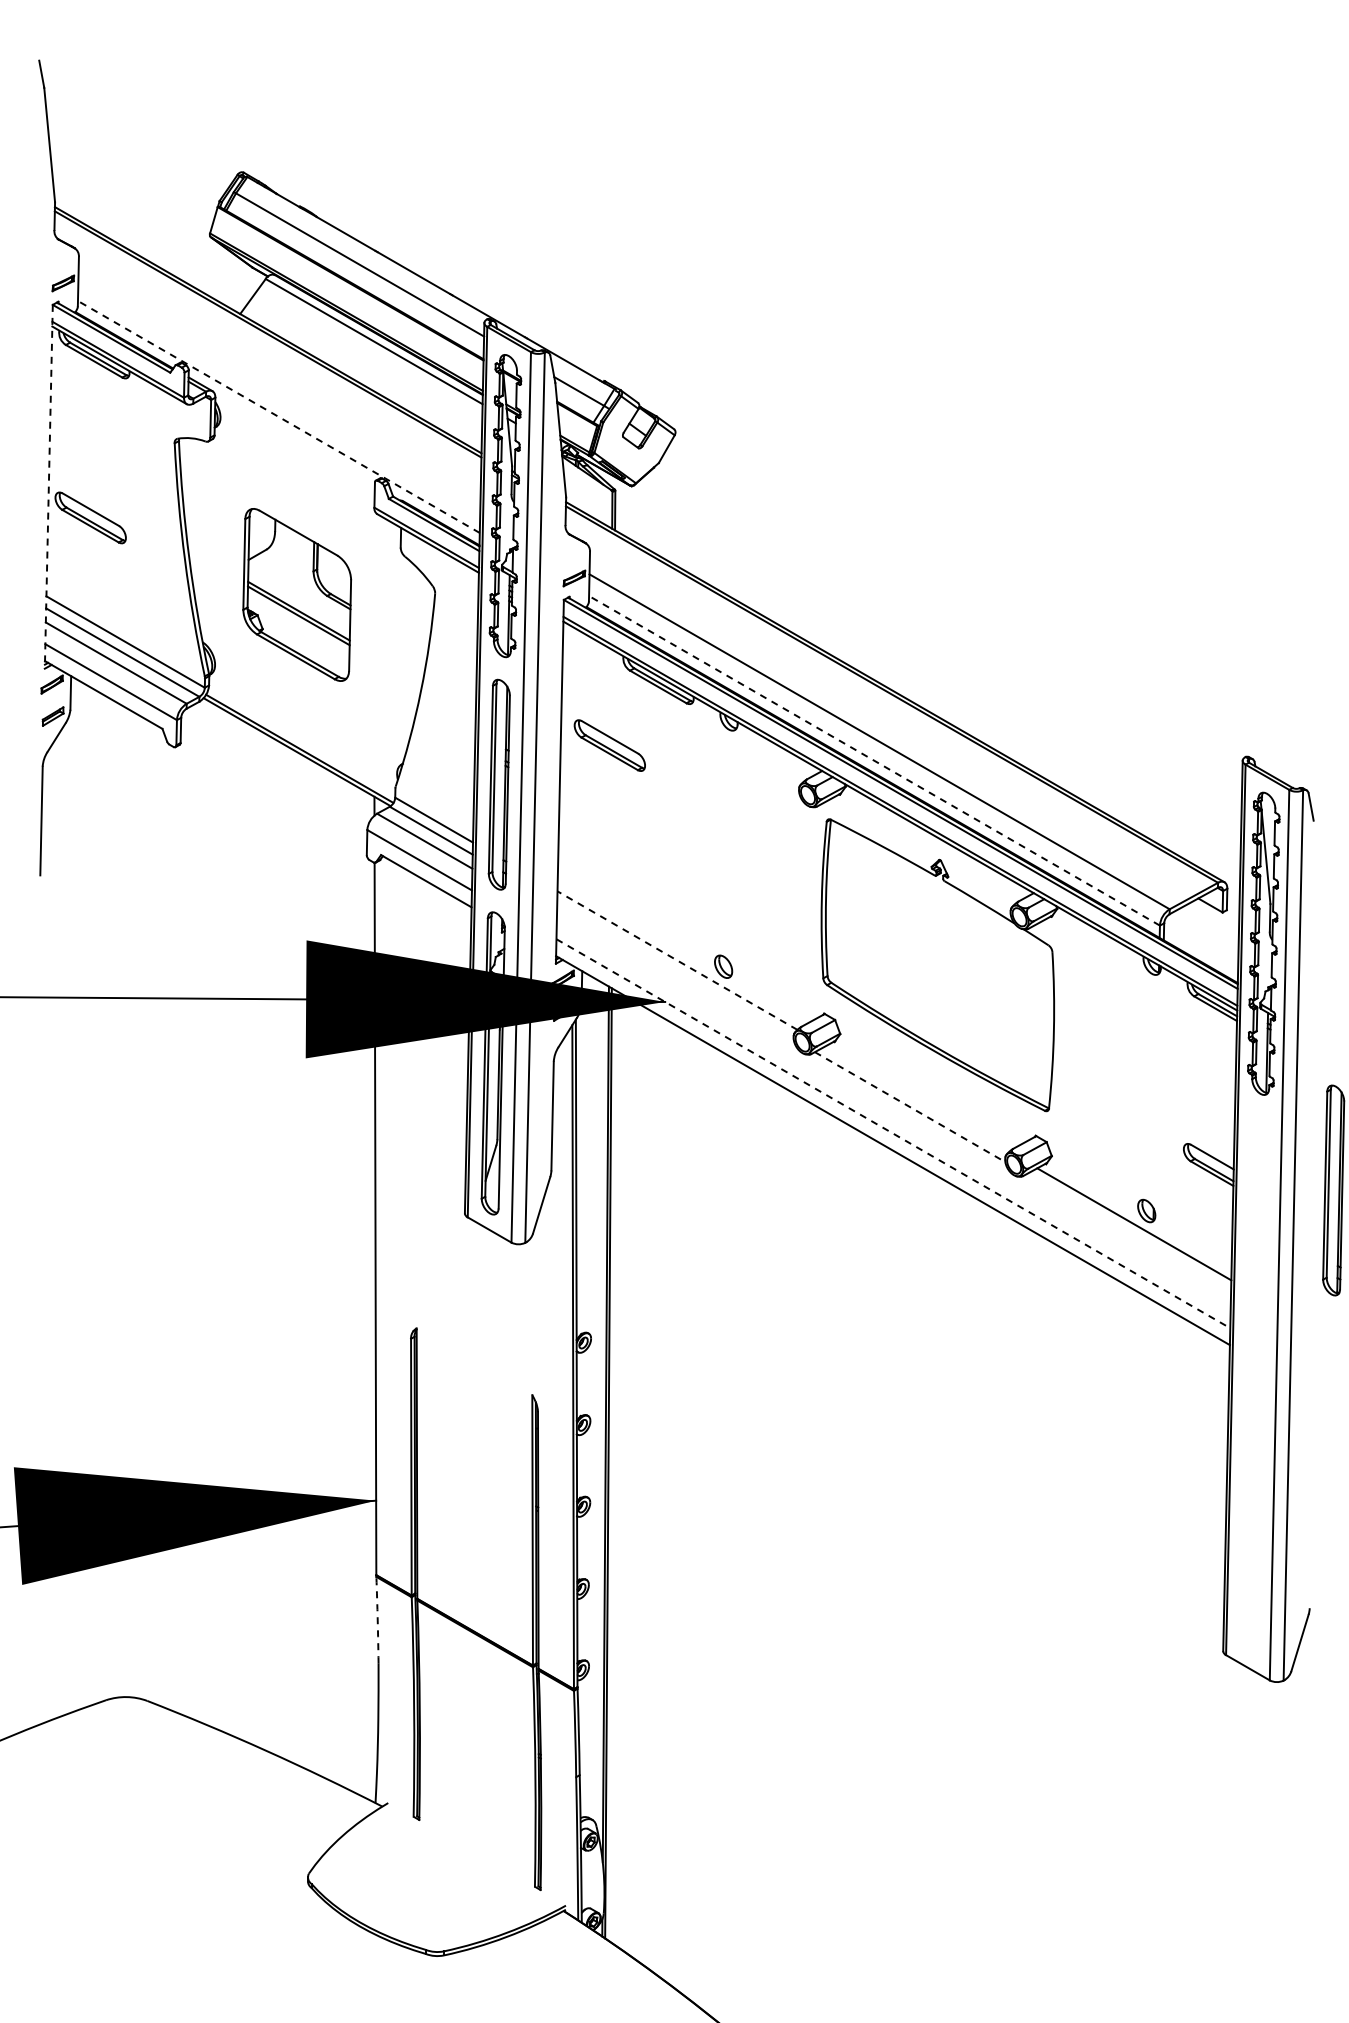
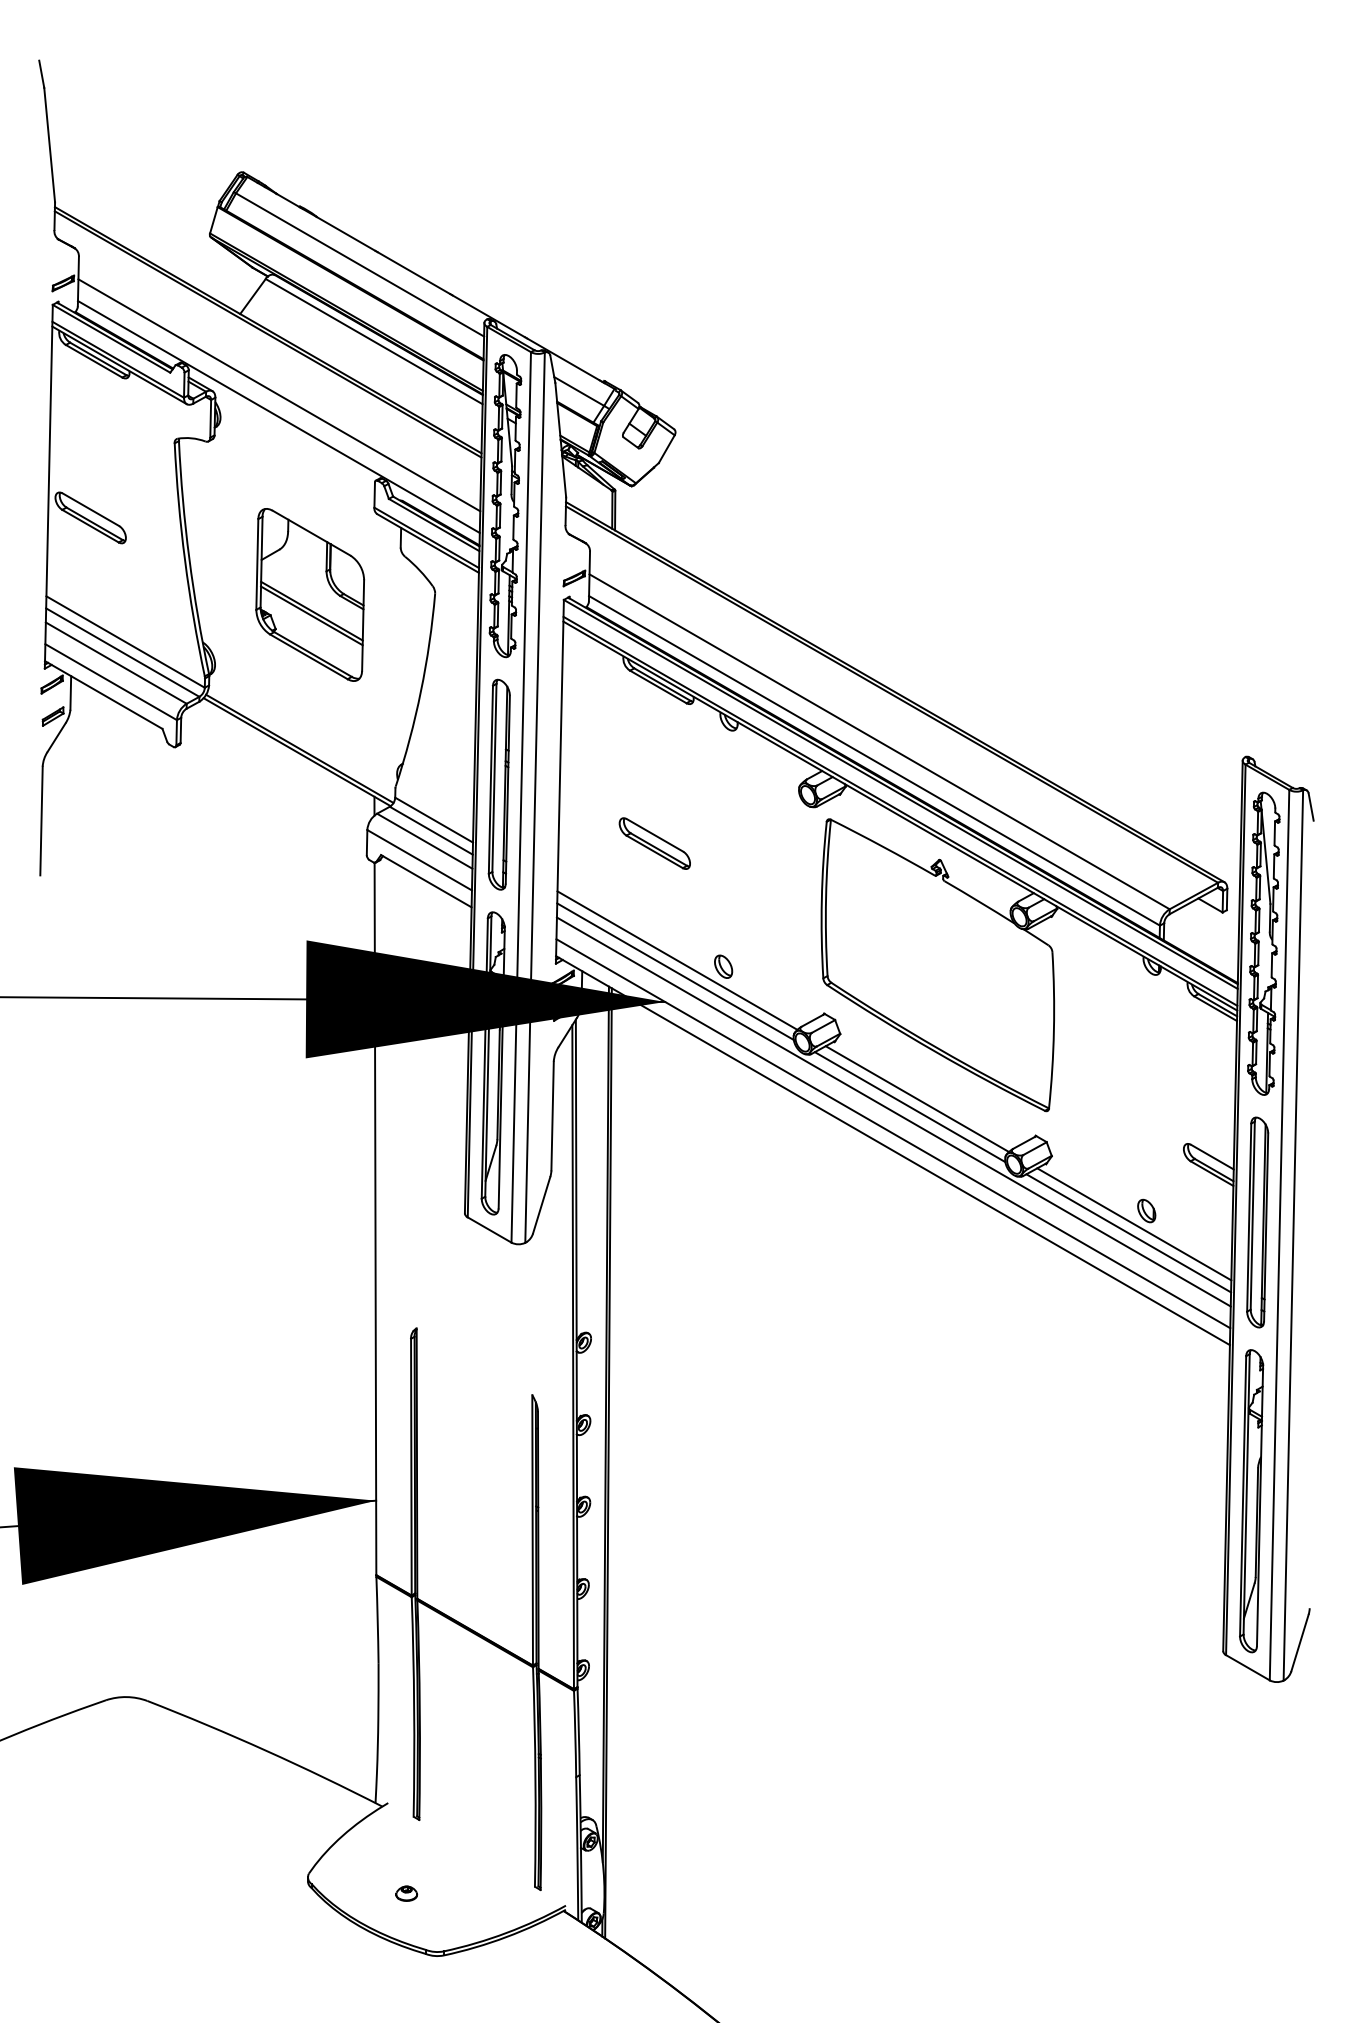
line at (279, 395): none -> present
line at (278, 417): dashed -> solid
line at (48, 486): dashed -> solid
part at (297, 594) position: (297, 594) -> (310, 594)
part at (609, 745) position: (609, 745) -> (654, 843)
line at (874, 760): dashed -> solid
line at (677, 960): dashed -> solid
line at (675, 971): none -> present
line at (917, 1099): none -> present
line at (910, 1107): dashed -> solid
line at (893, 1111): none -> present
line at (893, 1133): dashed -> solid
part at (1333, 1190) position: (1333, 1190) -> (1257, 1222)
line at (1128, 1233): none -> present
part at (1251, 1501): none -> present
arc at (377, 1620): dashed -> solid
part at (406, 1893): none -> present
